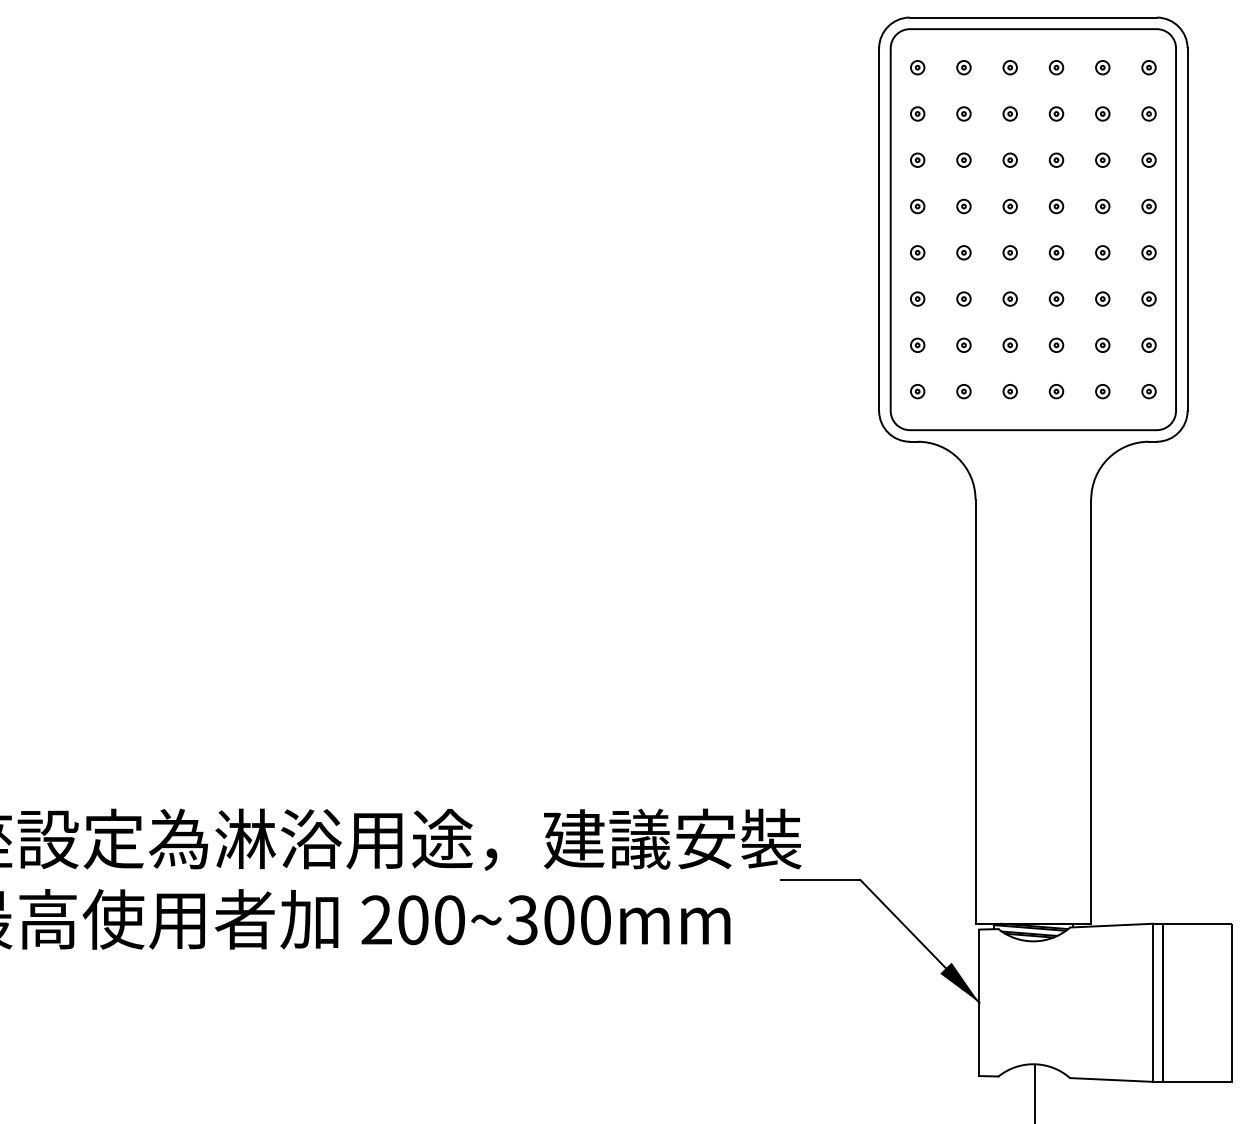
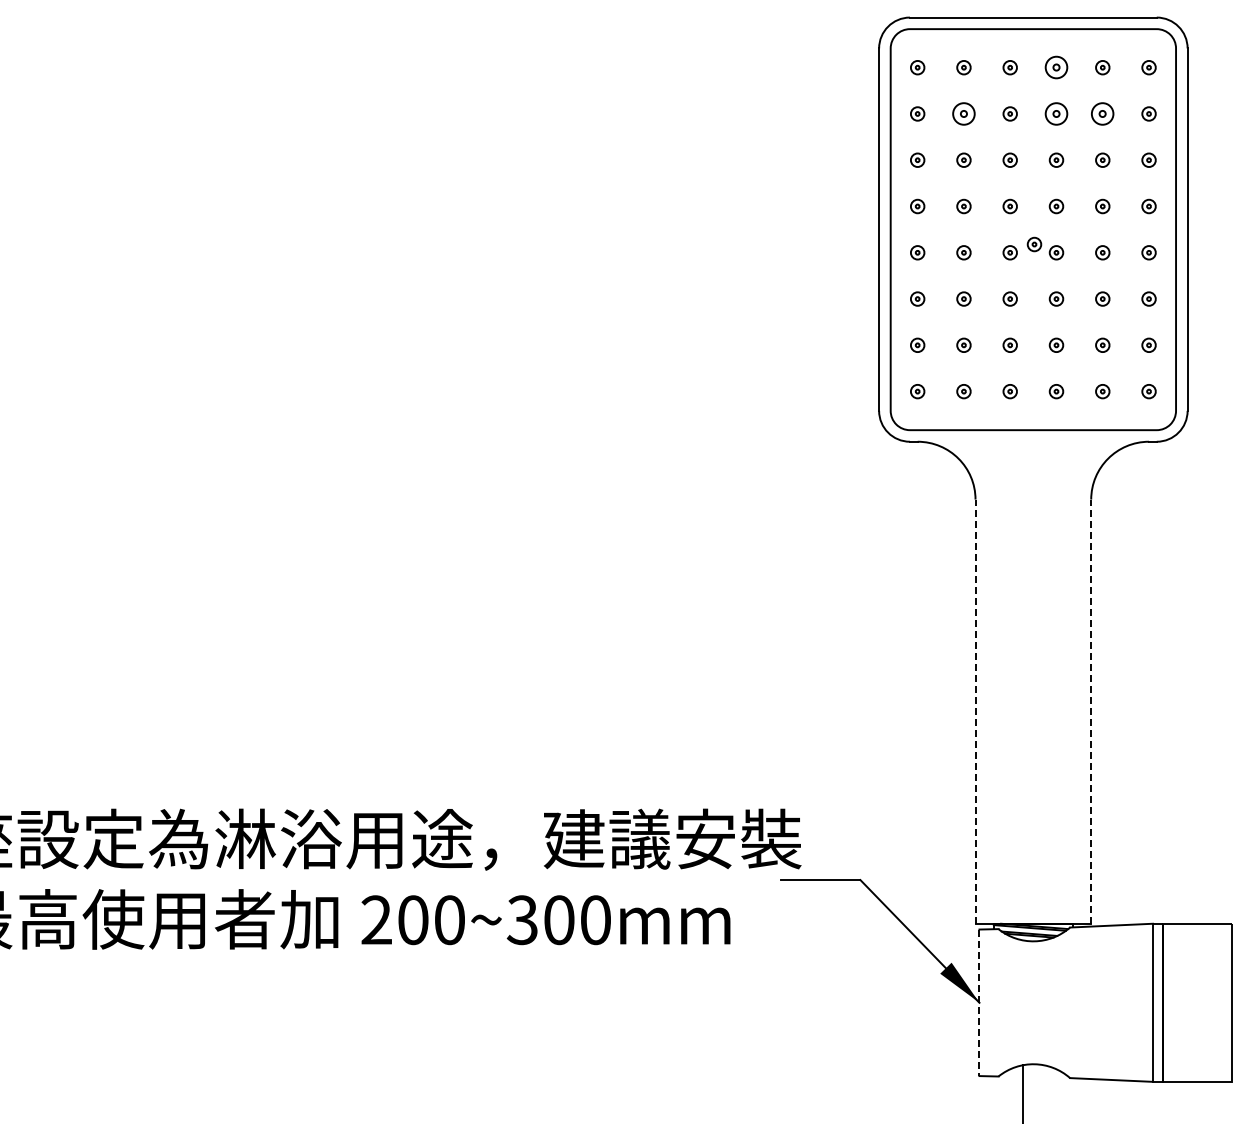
part at (1056, 67) size: 17x16 px -> 25x25 px
part at (963, 113) size: 16x16 px -> 24x24 px
part at (1056, 113) size: 17x16 px -> 25x24 px
part at (1102, 113) size: 16x16 px -> 24x24 px
part at (1034, 244): none -> present
line at (975, 711): solid -> dashed
line at (1091, 711): solid -> dashed
line at (979, 1003): solid -> dashed
line at (1034, 1092) position: (1034, 1092) -> (1022, 1092)
